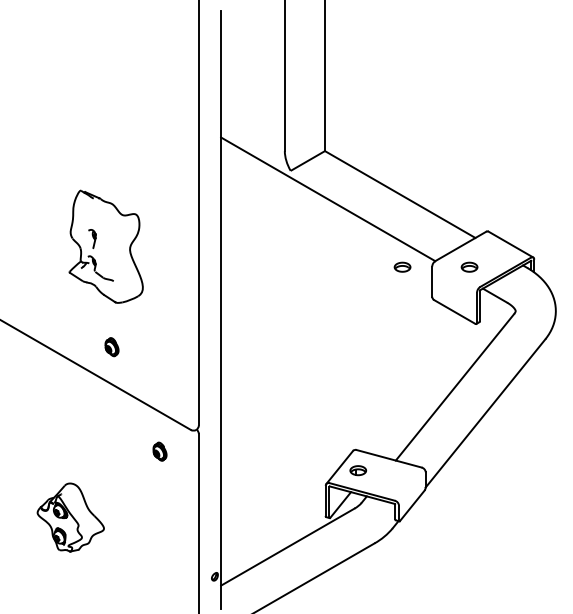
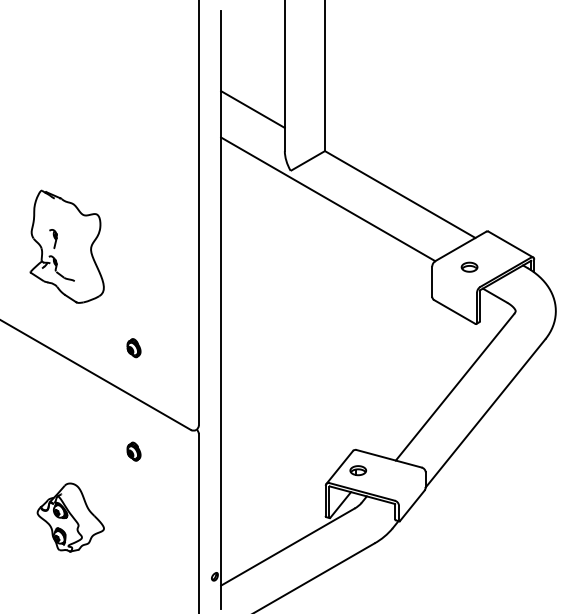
line at (252, 109): none -> present
part at (105, 246) position: (105, 246) -> (66, 246)
part at (402, 266): present -> none
part at (111, 347) position: (111, 347) -> (133, 348)
part at (159, 451) position: (159, 451) -> (133, 451)
